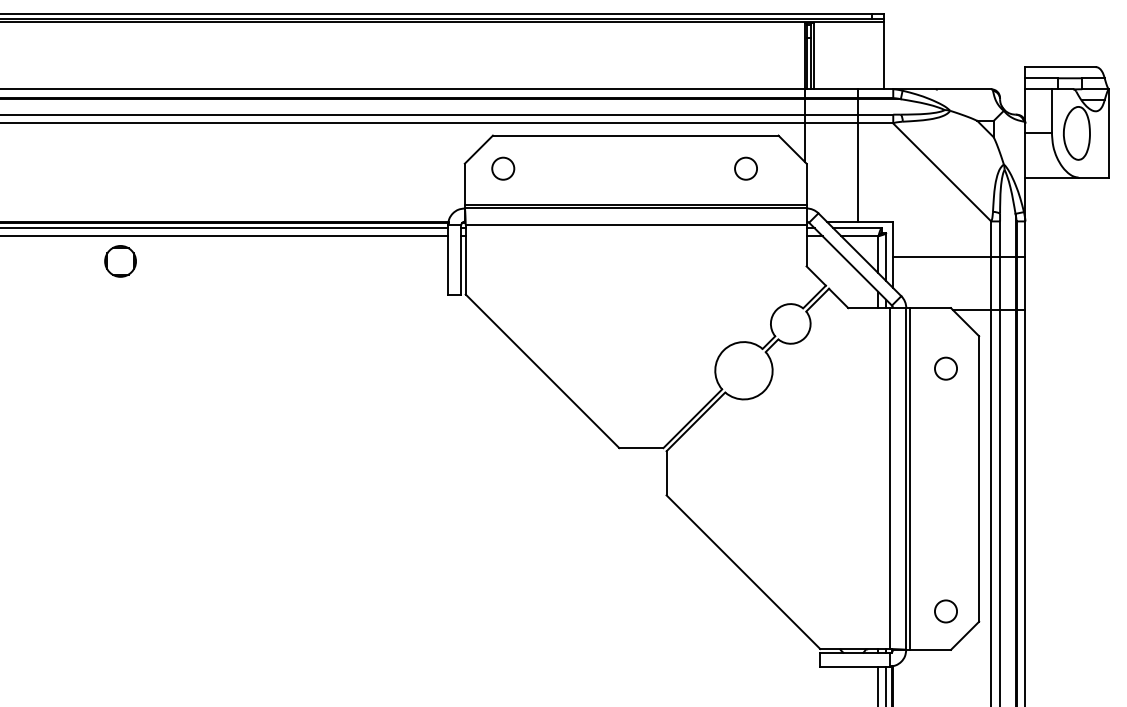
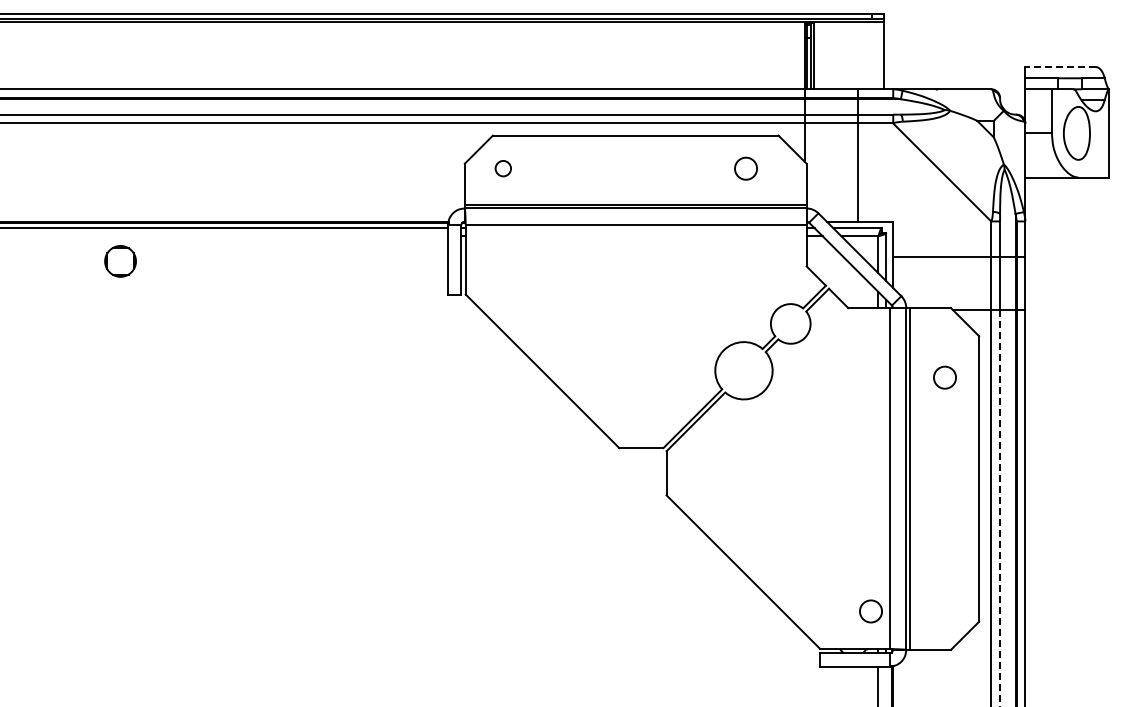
line at (1060, 67): solid -> dashed
circle at (503, 168) size: 25x25 px -> 18x18 px
line at (225, 236): present -> none
circle at (945, 368) position: (945, 368) -> (944, 377)
line at (1000, 508): solid -> dashed
circle at (945, 611) position: (945, 611) -> (870, 611)
line at (886, 684): present -> none
